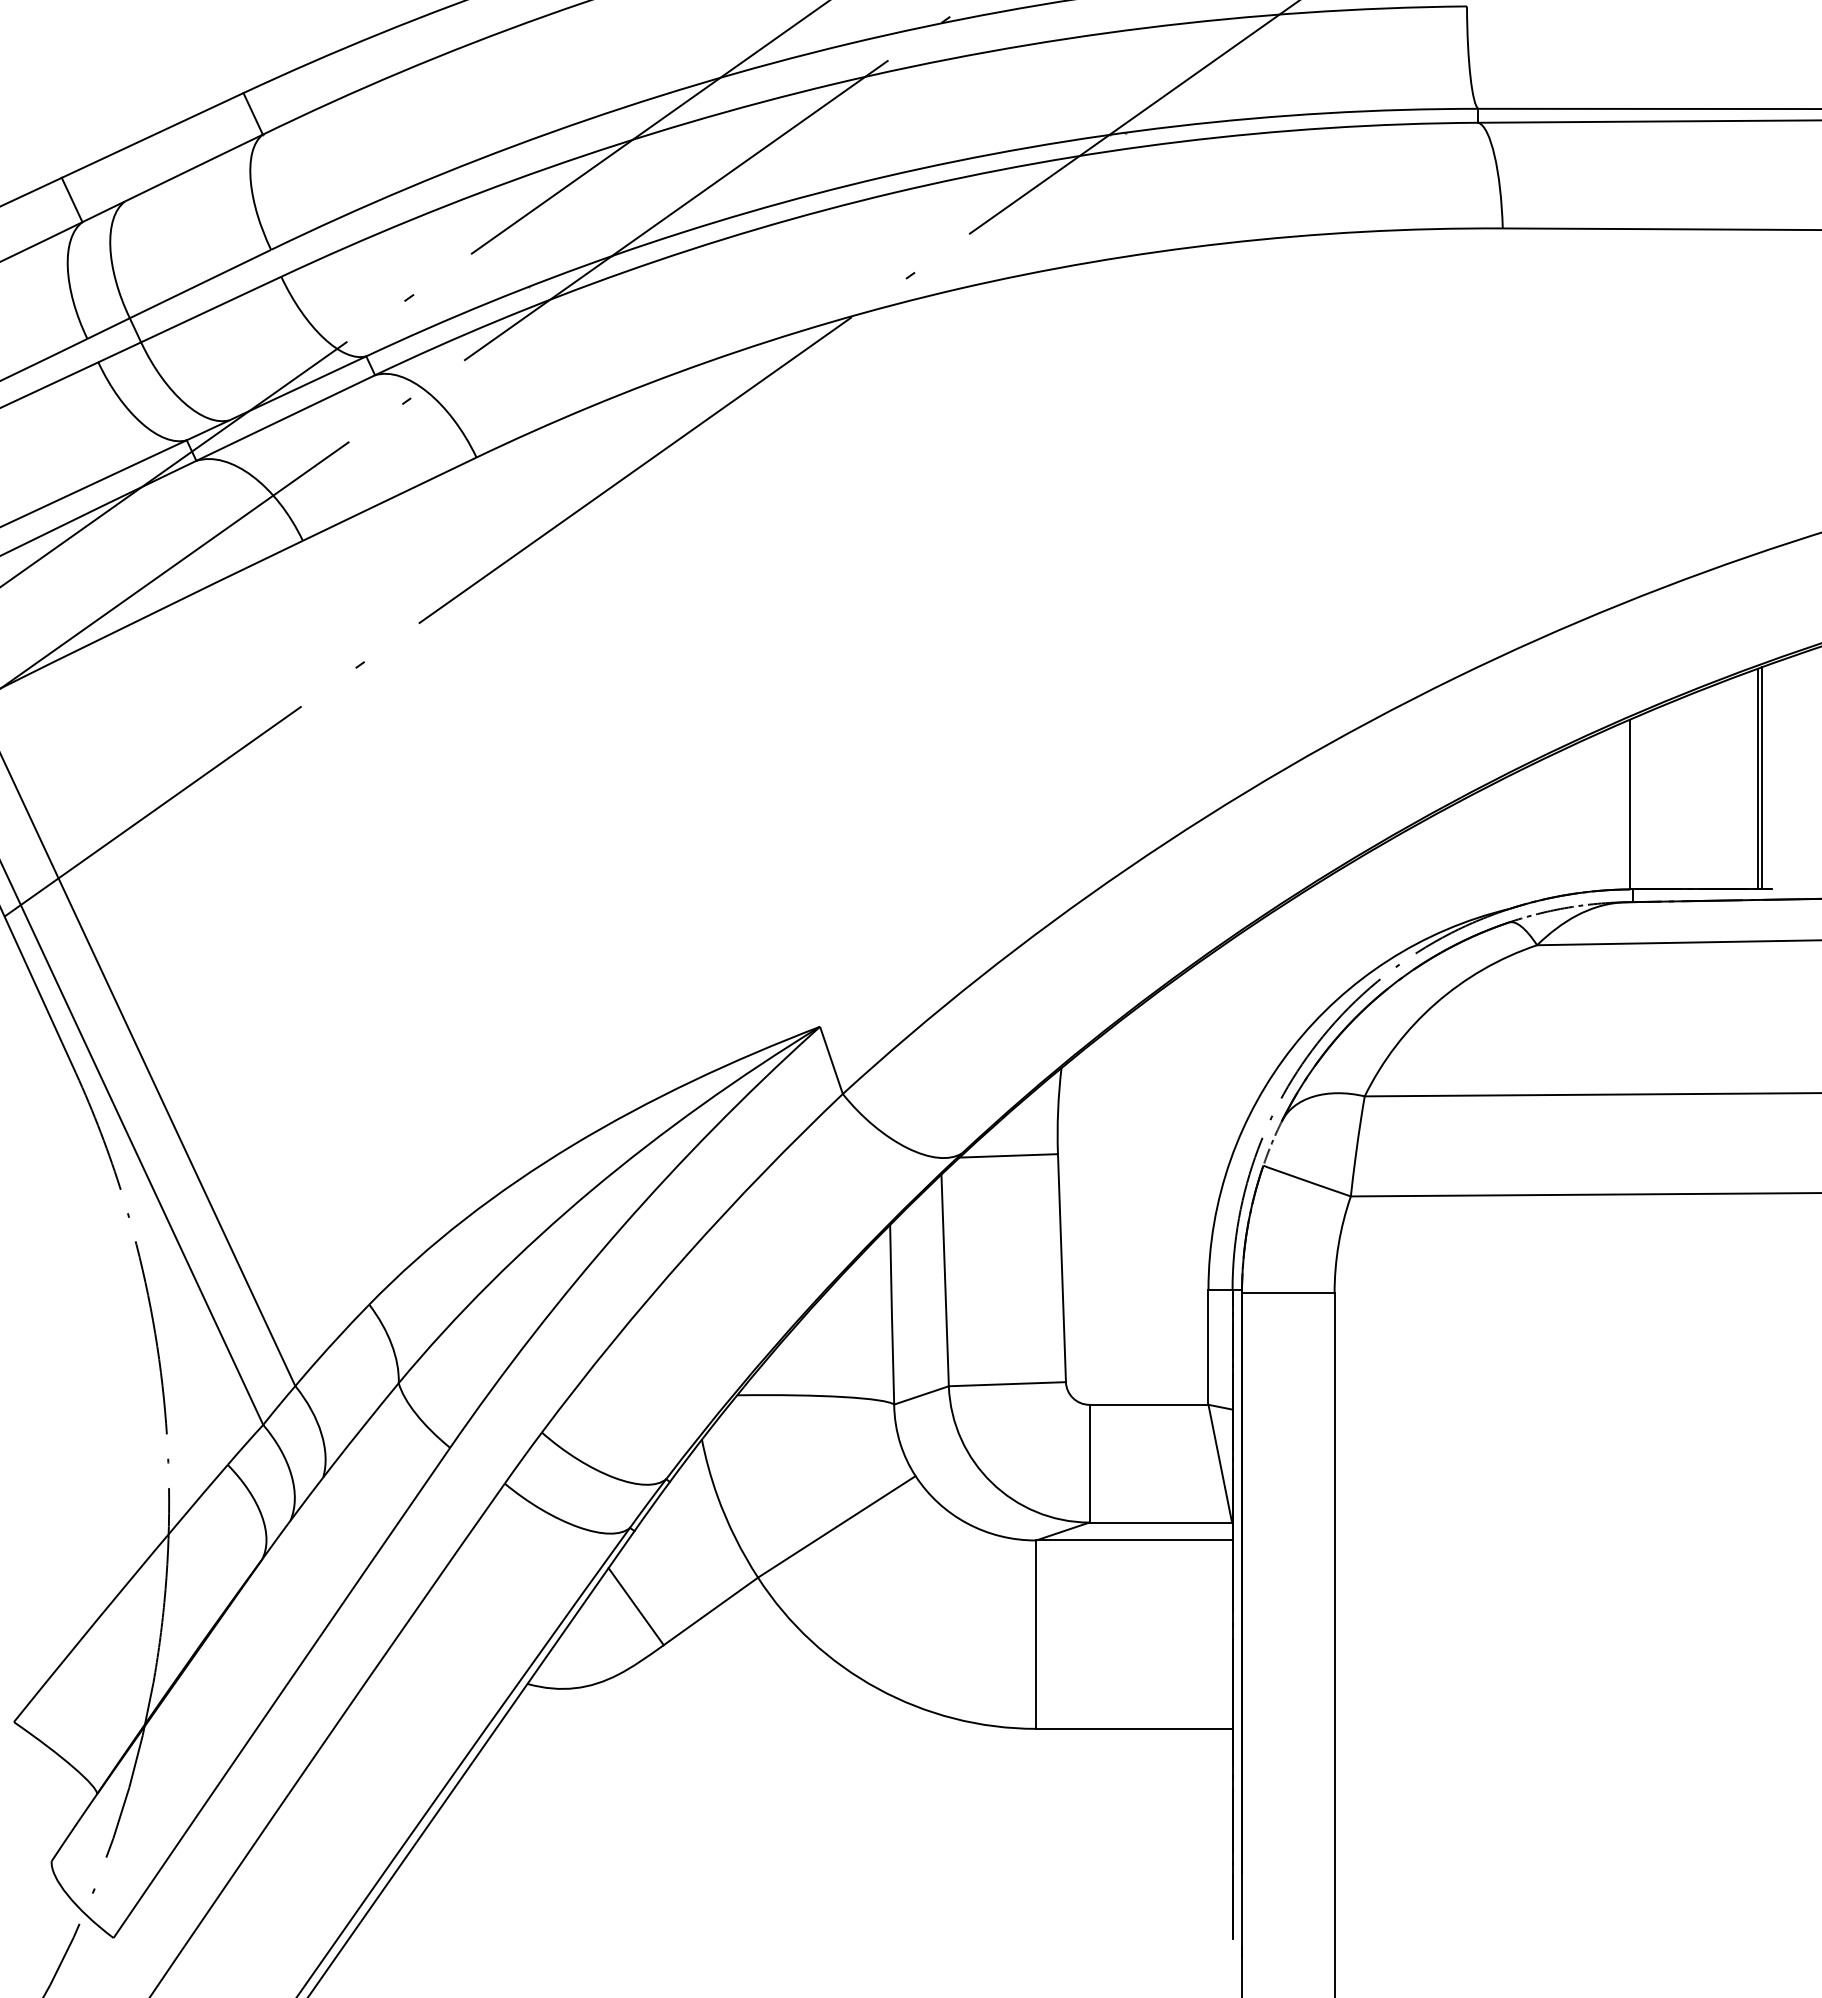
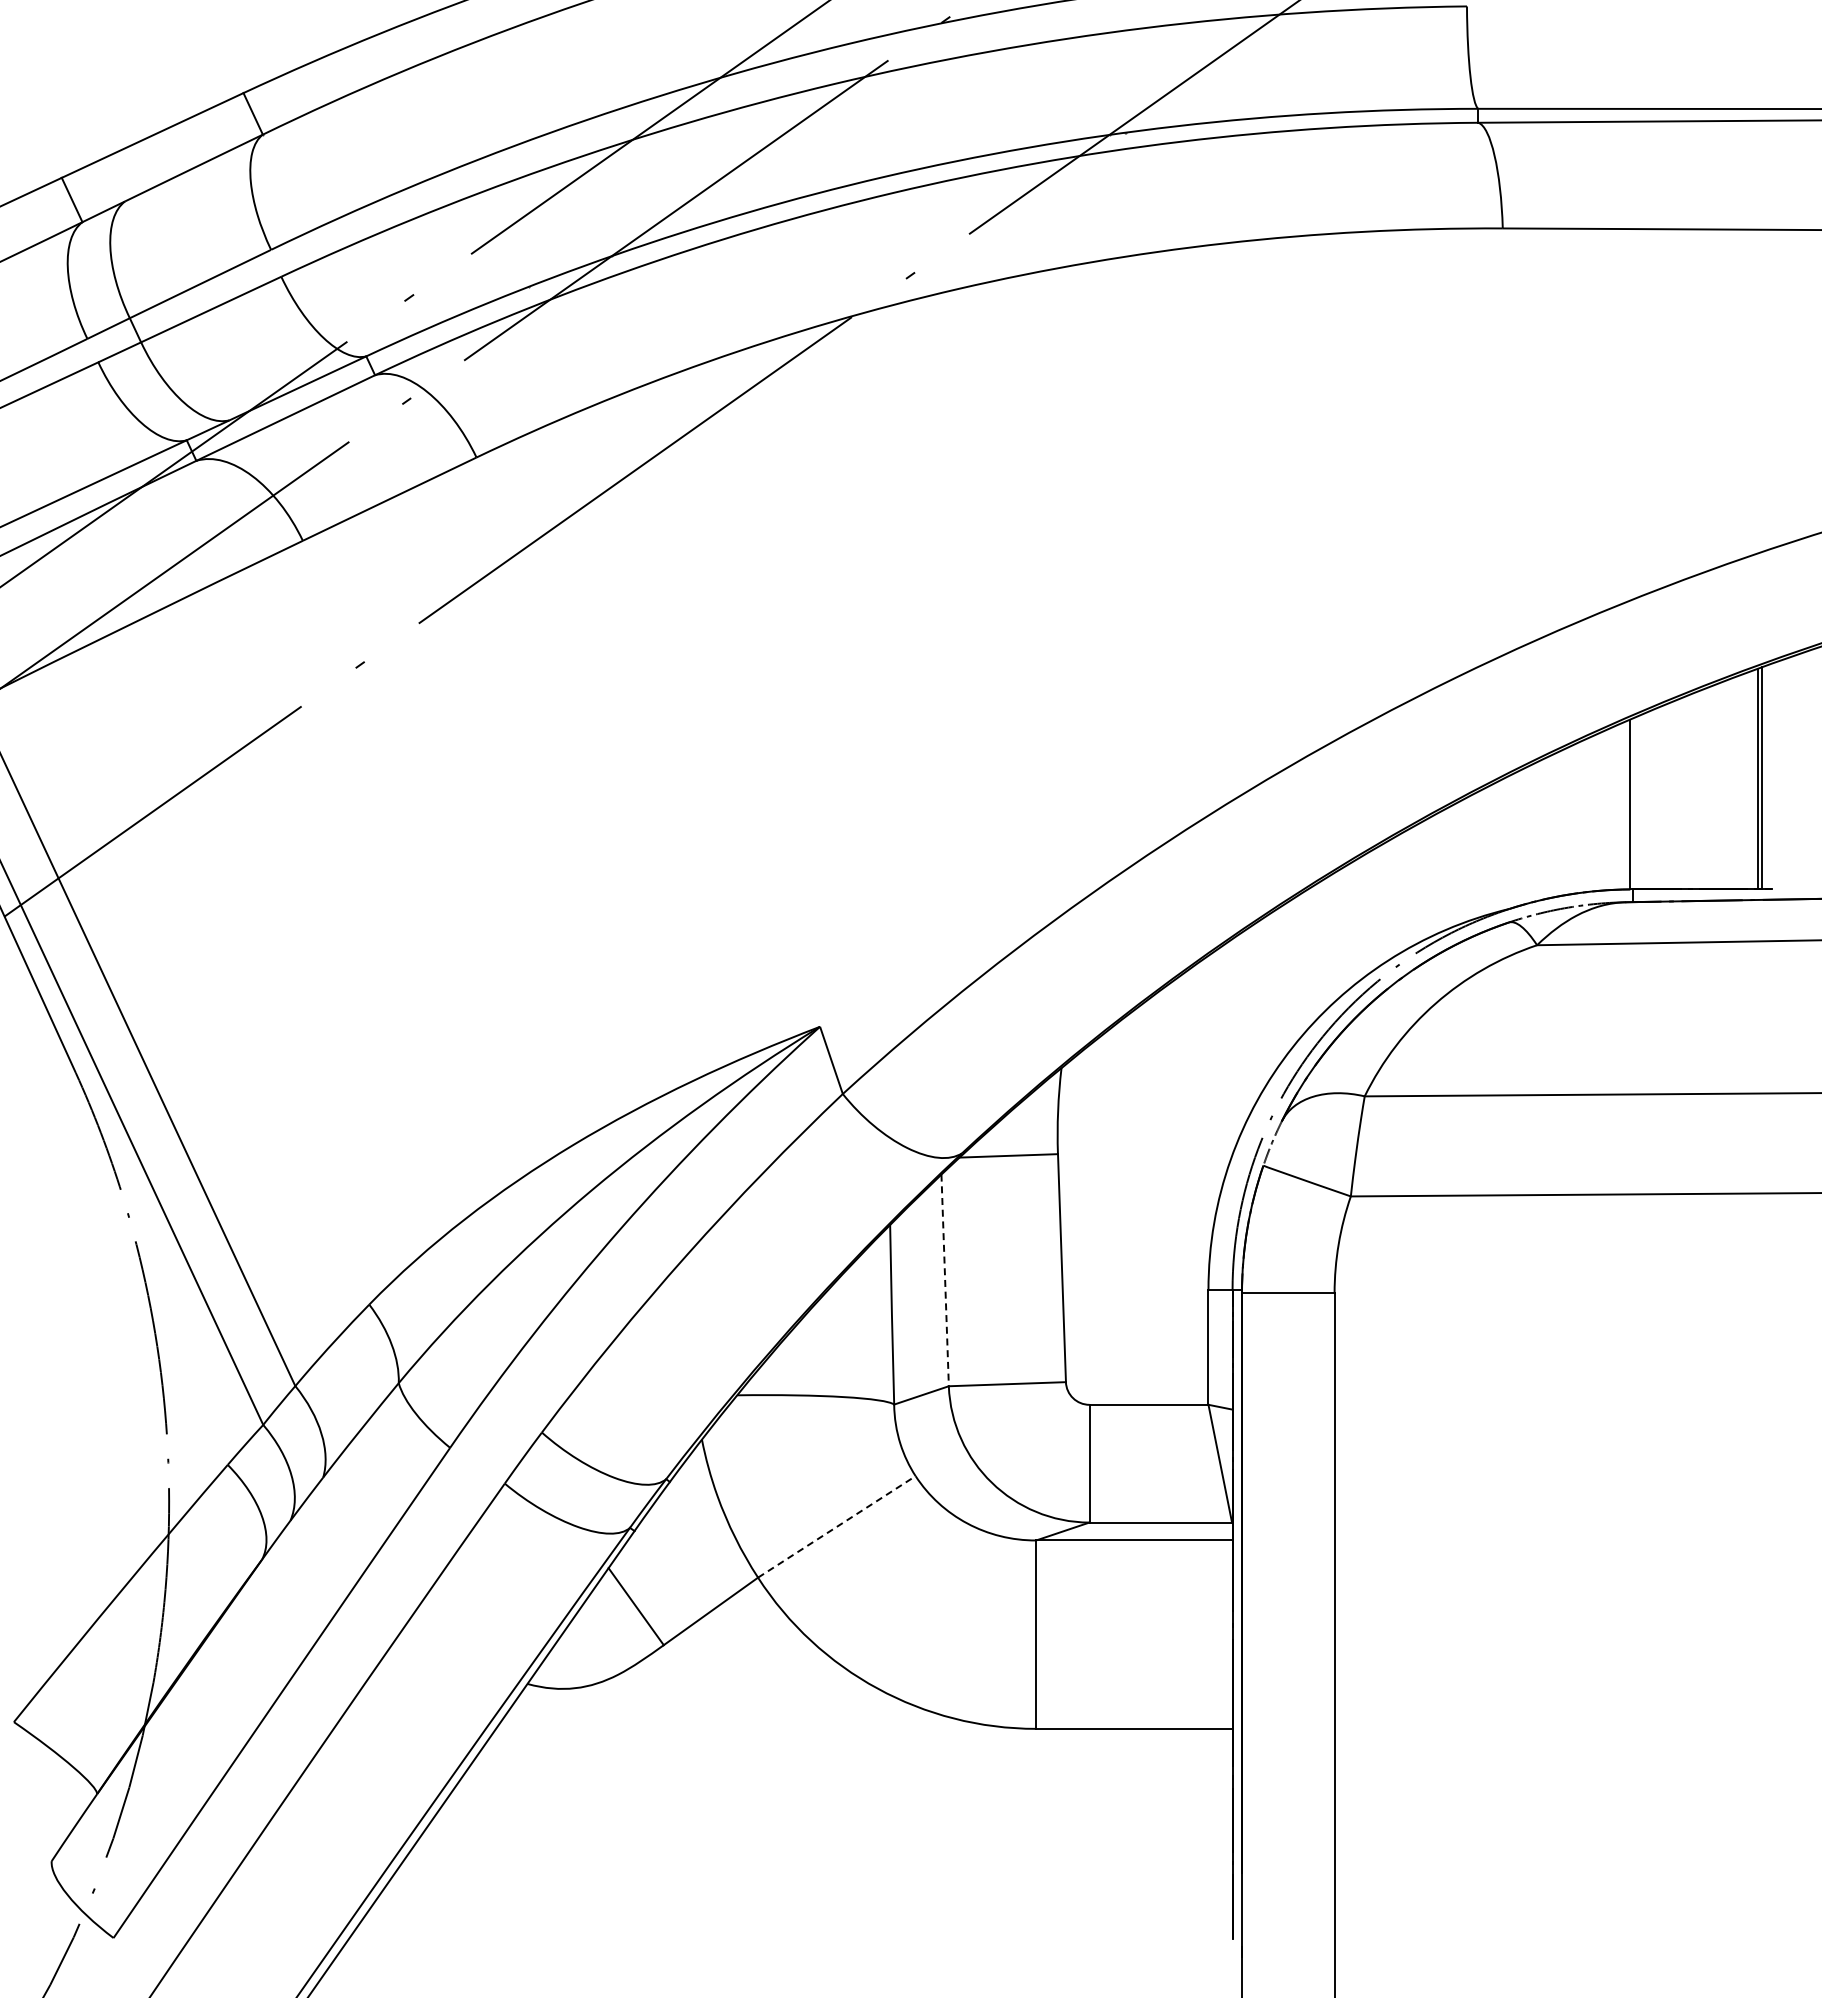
line at (945, 1280): solid -> dashed
line at (836, 1526): solid -> dashed
